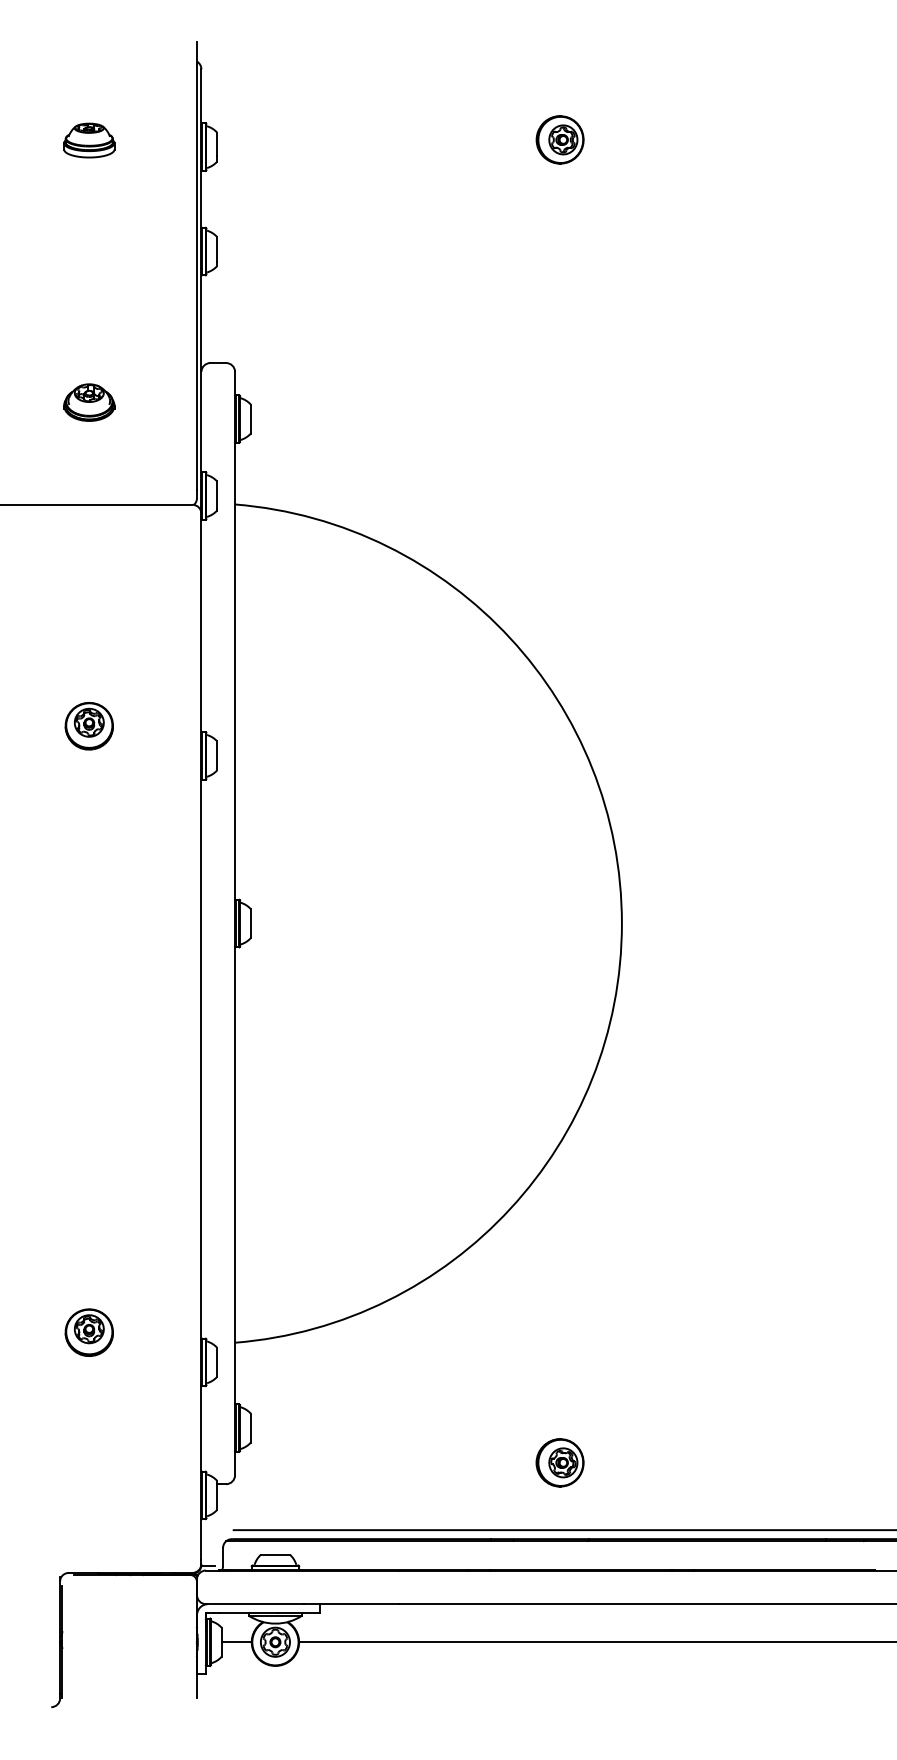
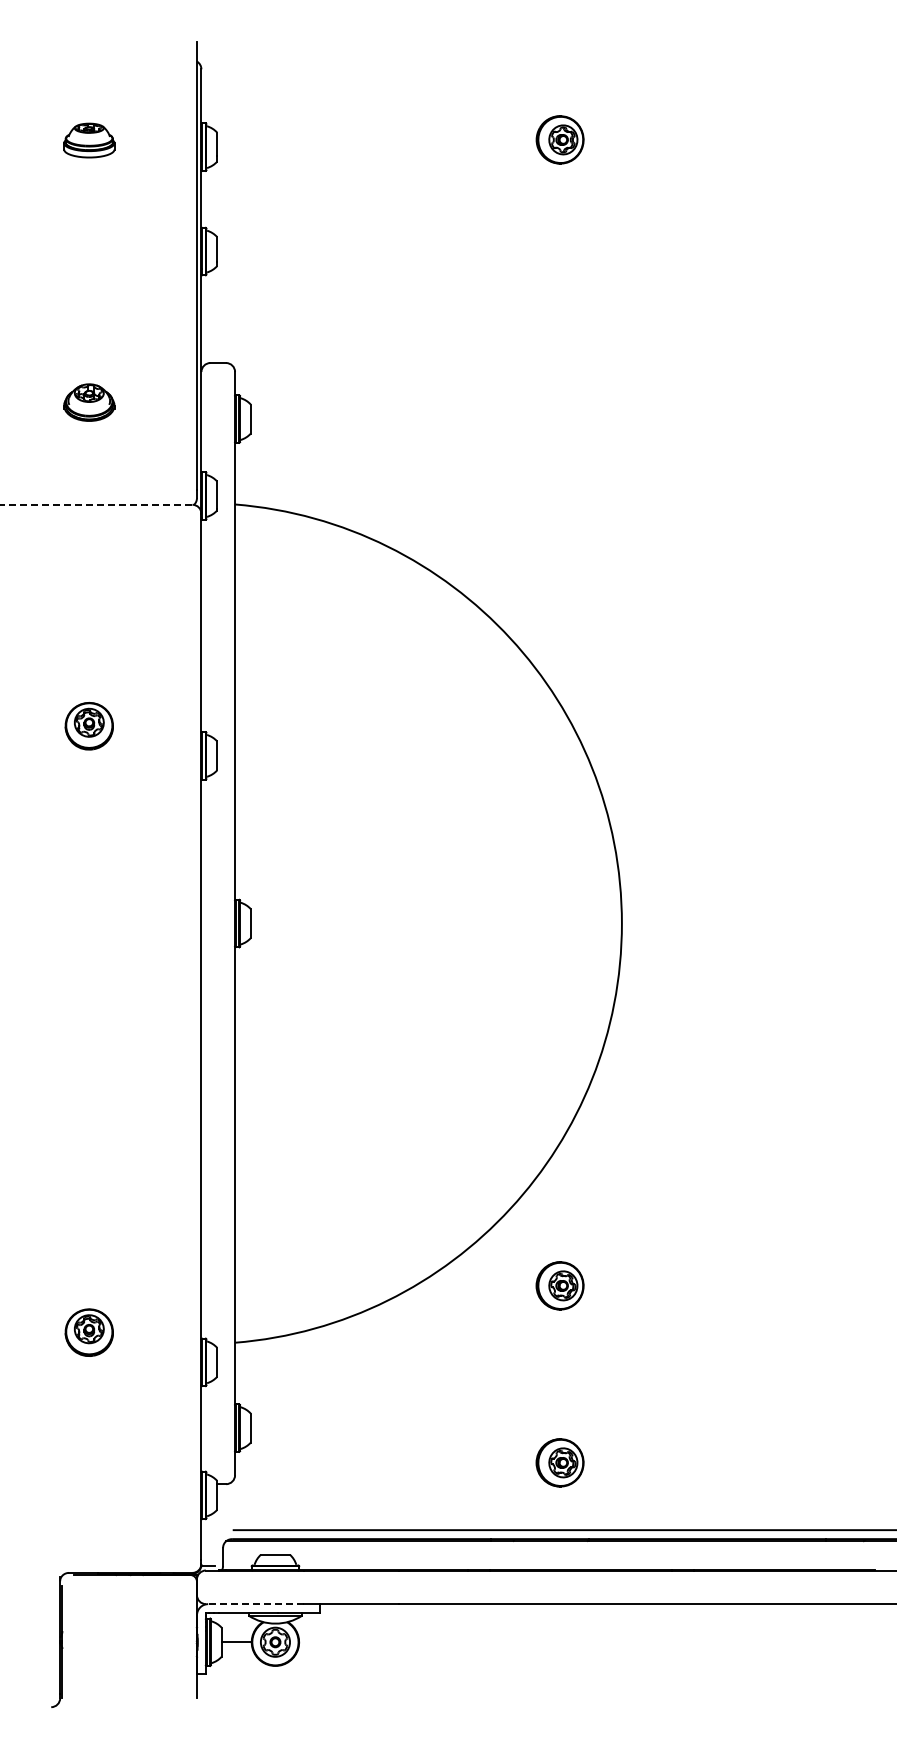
line at (96, 504): solid -> dashed
part at (559, 1285): none -> present
line at (254, 1604): solid -> dashed
line at (596, 1642): present -> none
